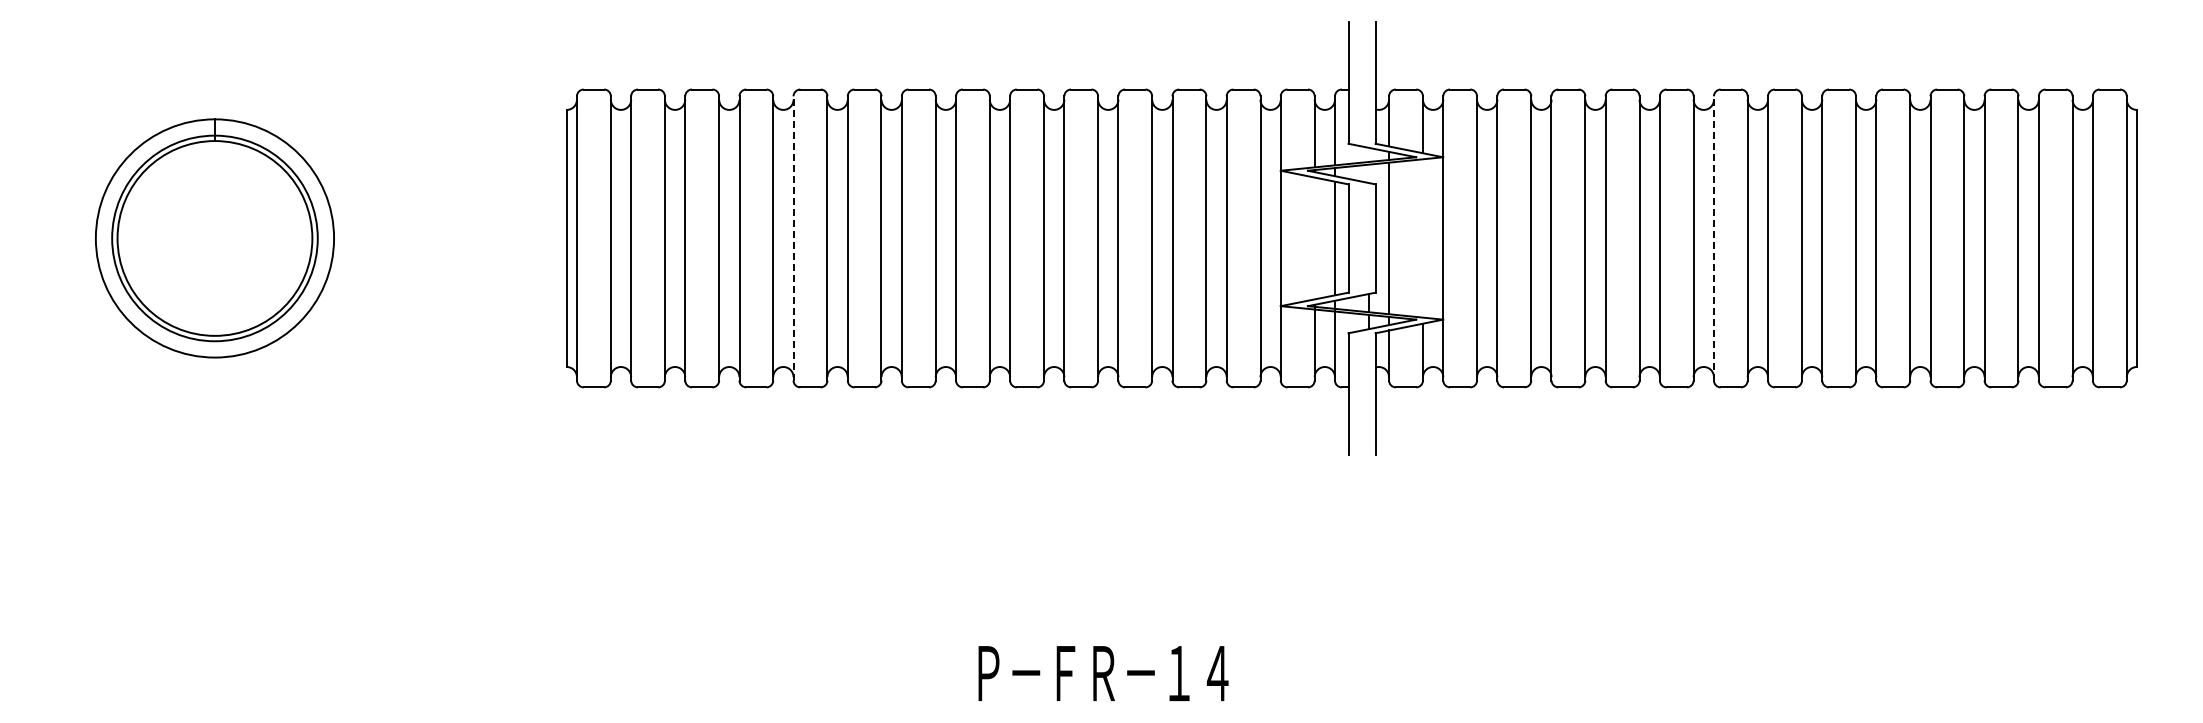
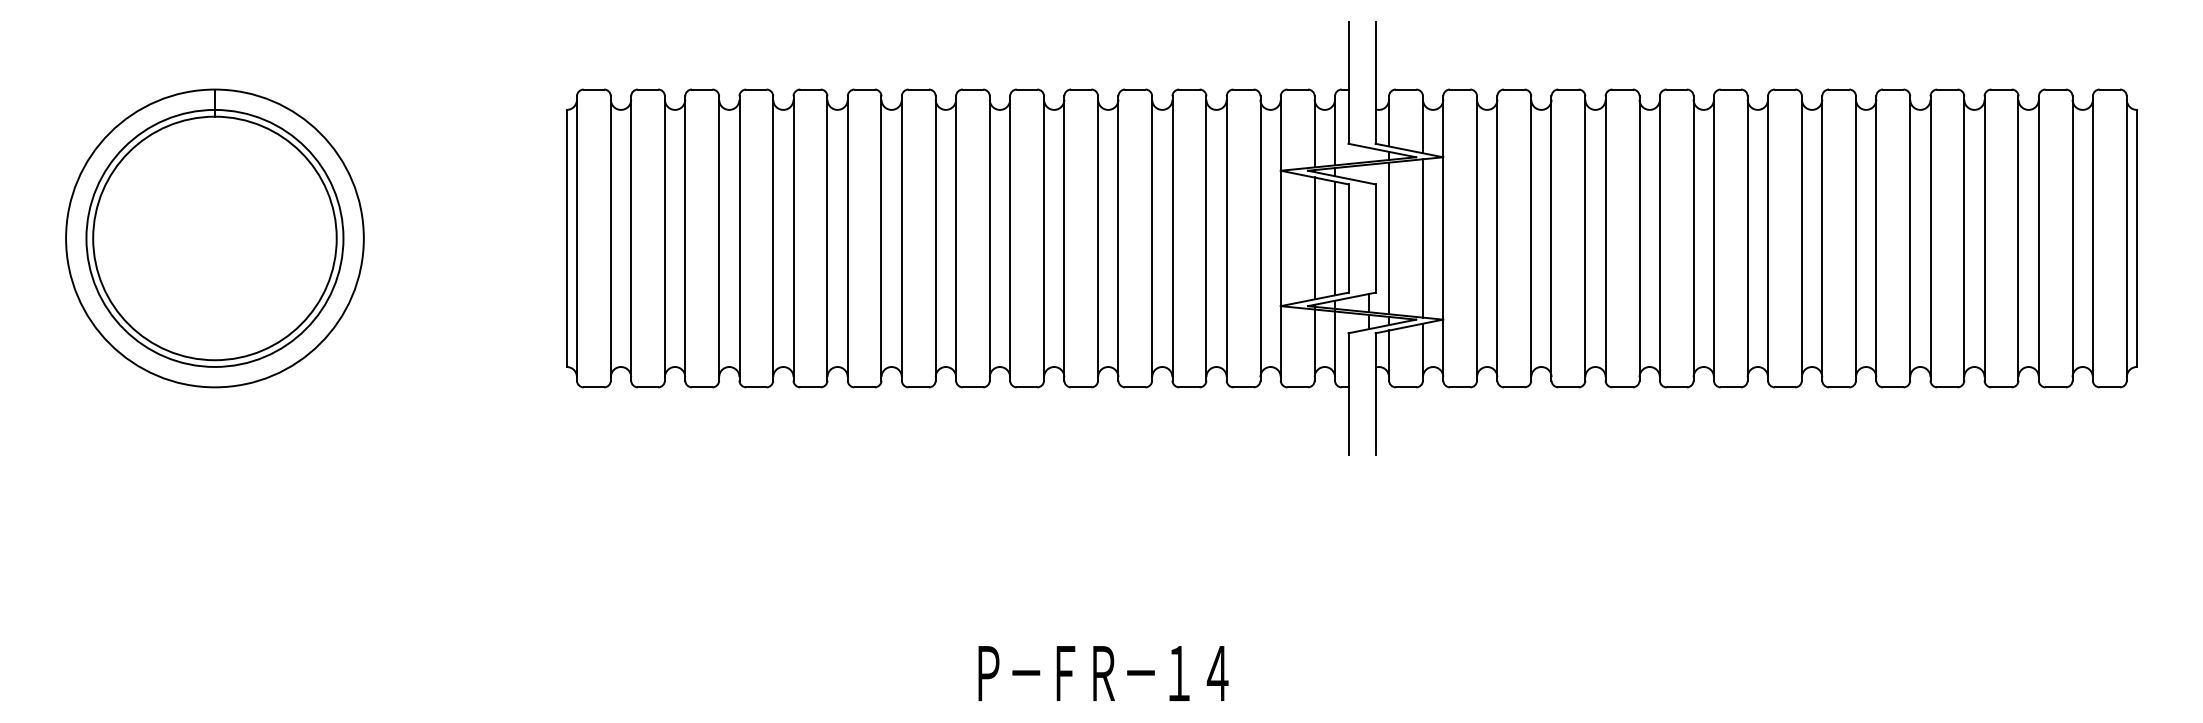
line at (793, 237): dashed -> solid
line at (1713, 237): dashed -> solid
part at (214, 238) size: 240x241 px -> 300x301 px
line at (1314, 238): none -> present
line at (1422, 238): none -> present
